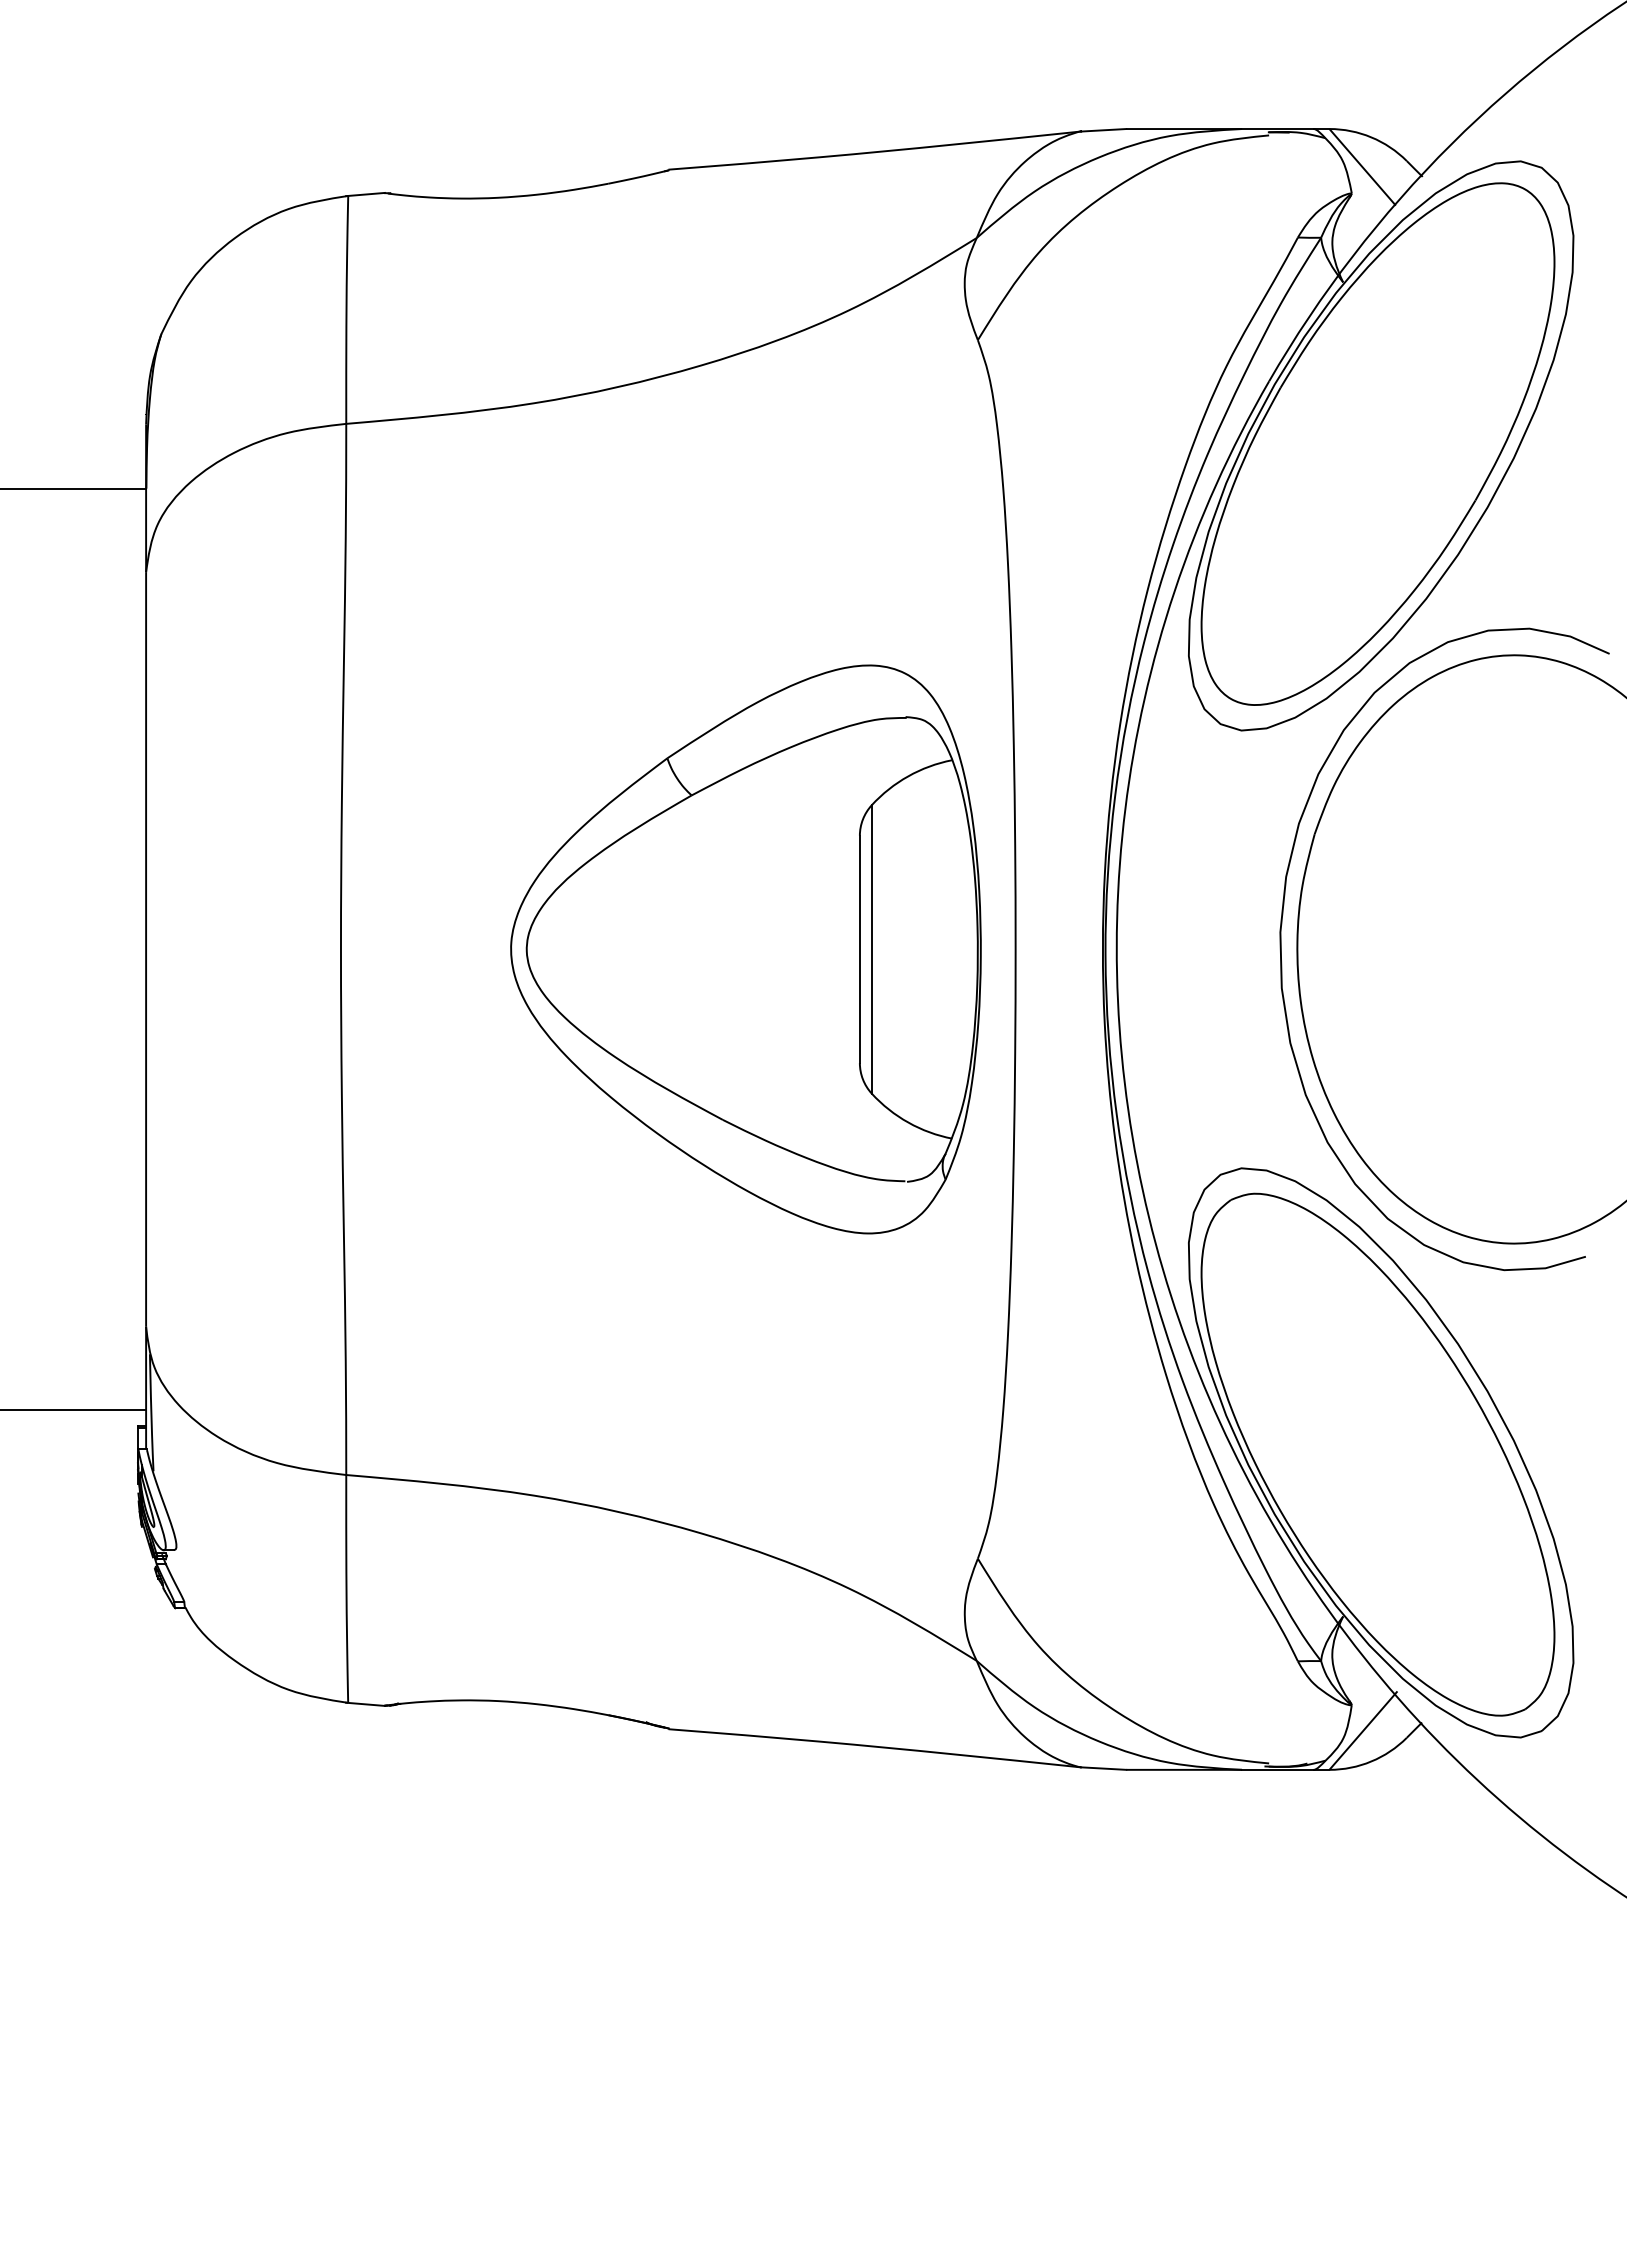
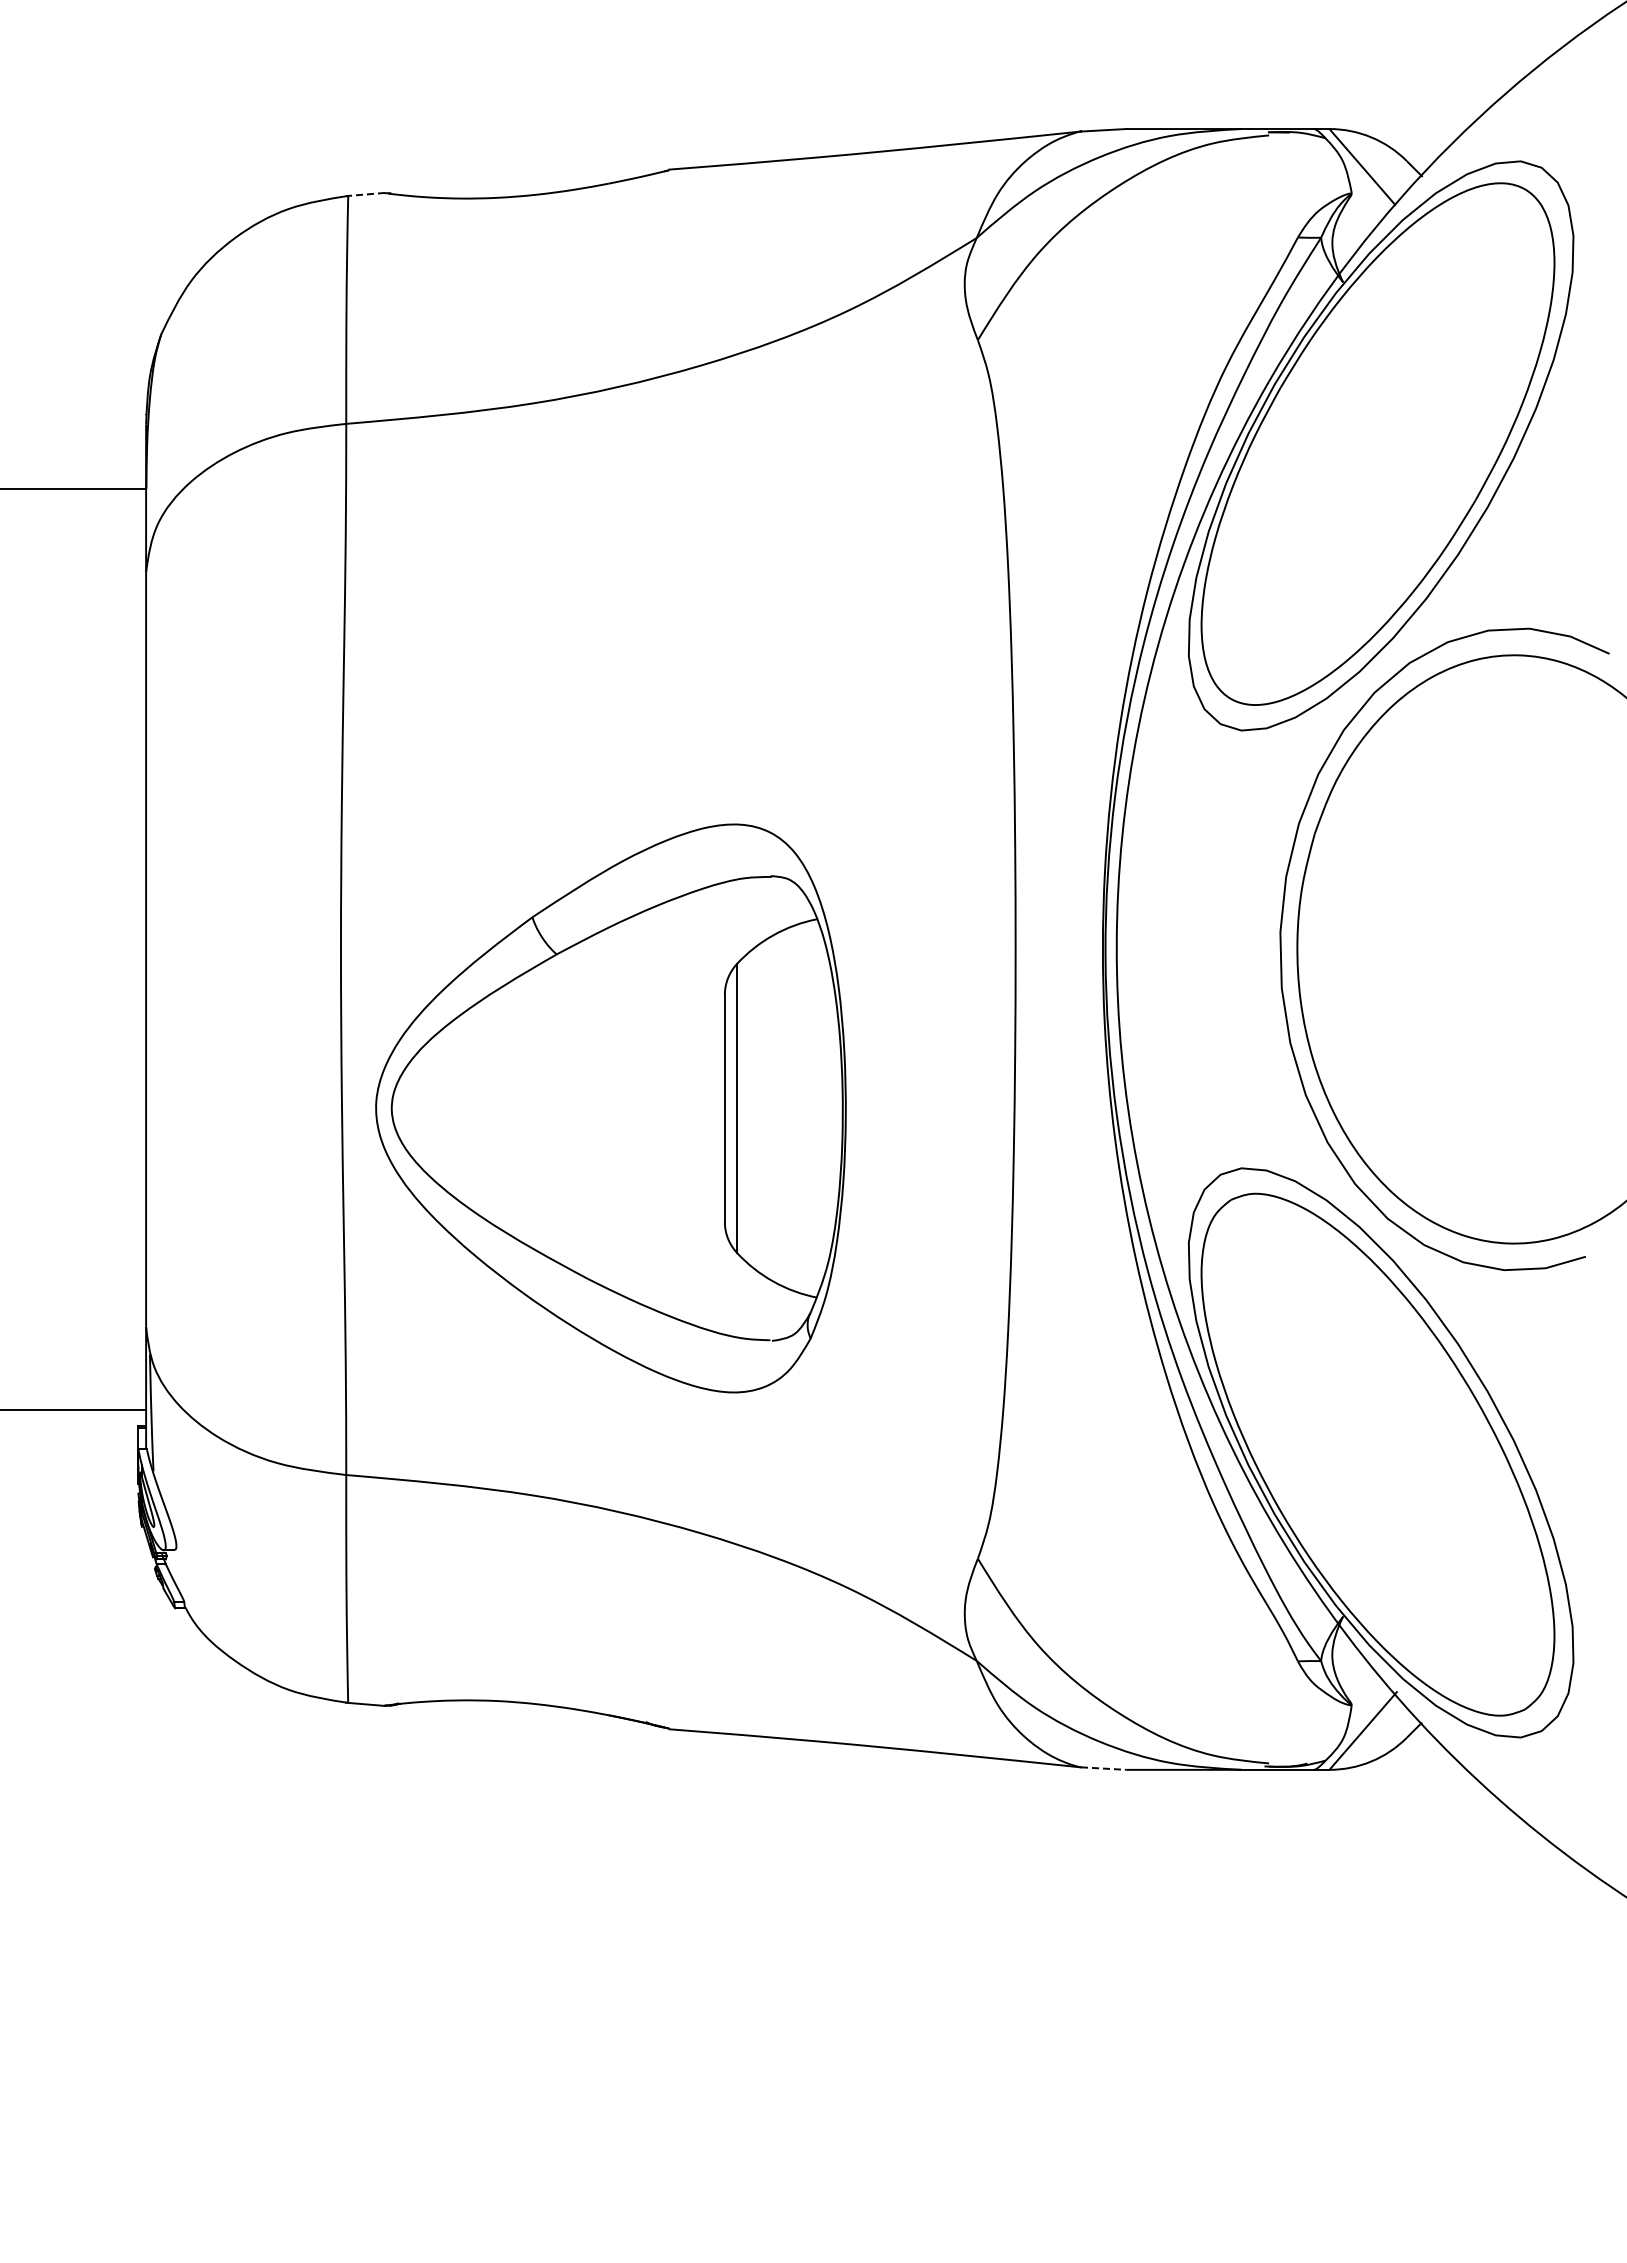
line at (365, 194): solid -> dashed
part at (745, 949) position: (745, 949) -> (610, 1108)
line at (1103, 1768): solid -> dashed
